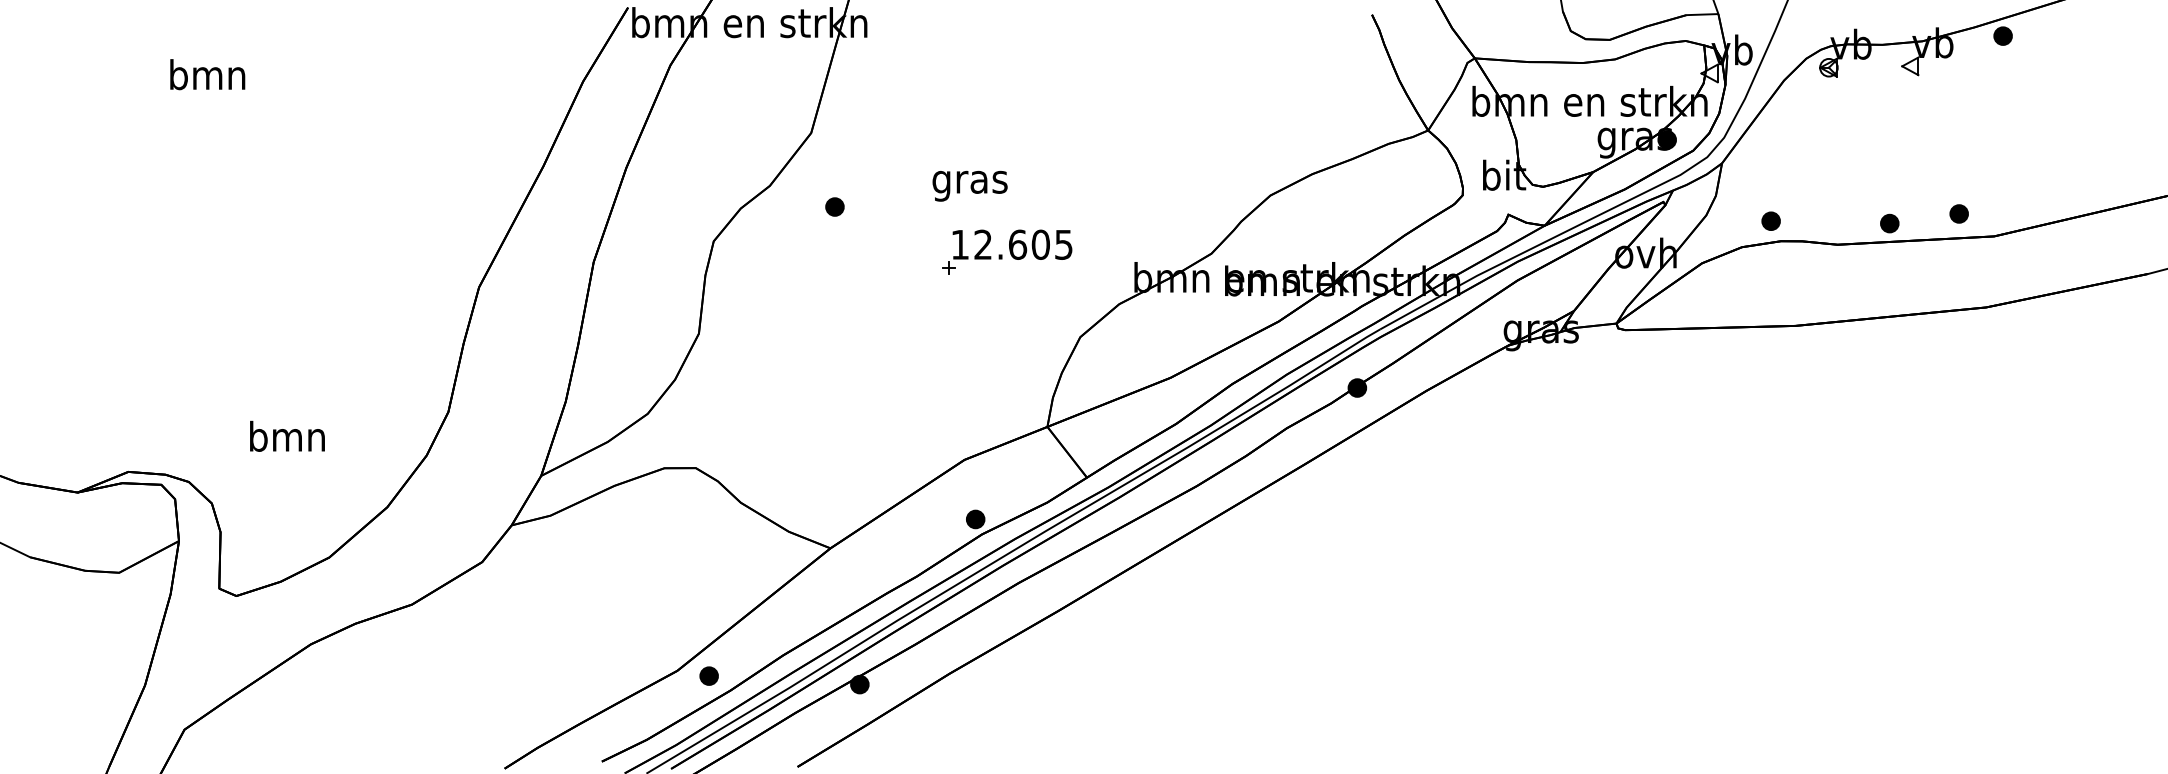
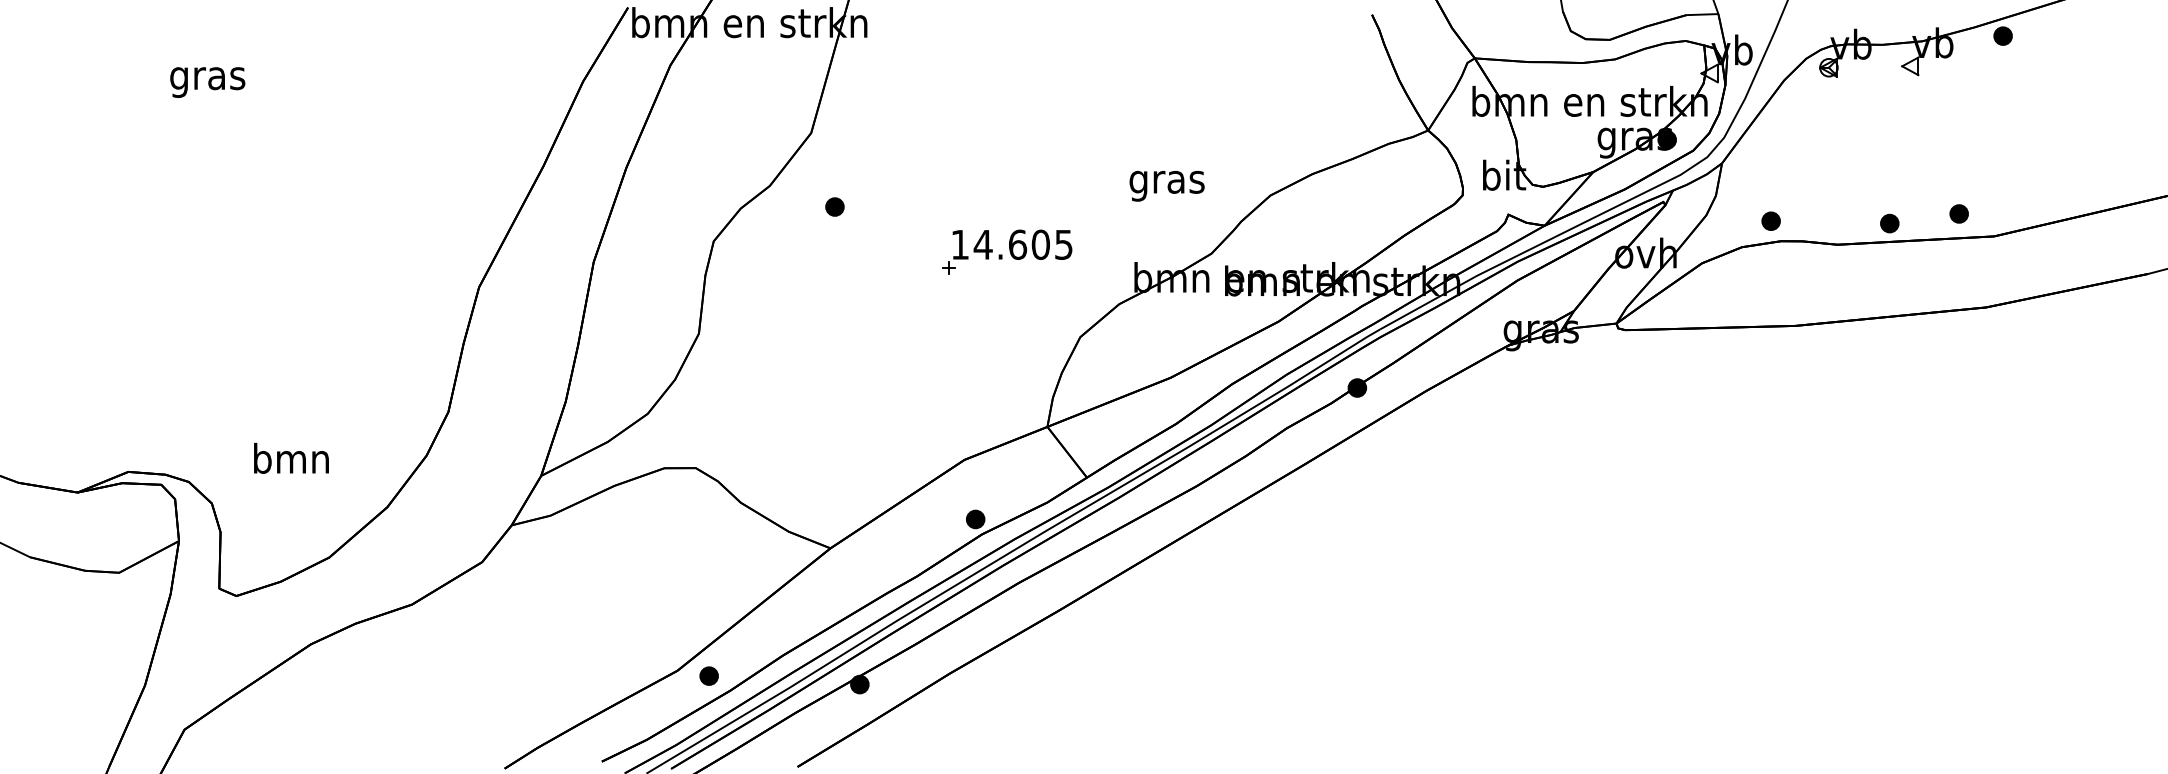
text at (207, 78): bmn -> gras
text at (969, 185) position: (969, 185) -> (1166, 185)
text at (982, 244): 12.605 -> 14.605
text at (287, 435) position: (287, 435) -> (291, 457)
